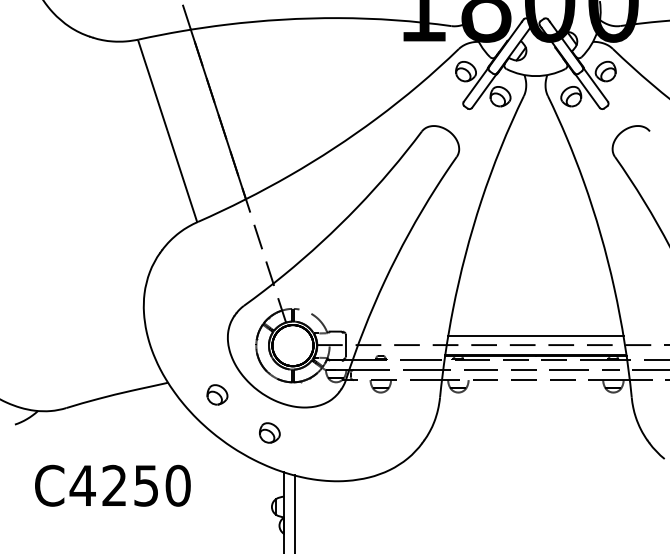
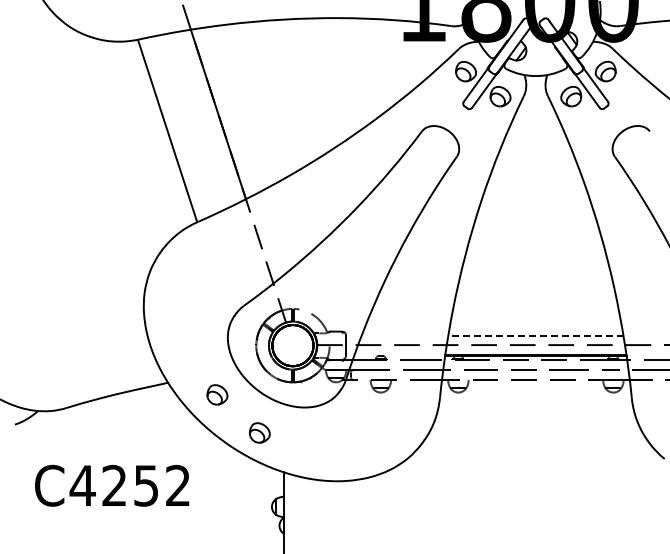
line at (535, 336): solid -> dashed
part at (269, 432) position: (269, 432) -> (259, 432)
text at (177, 485): C4250 -> C4252
line at (294, 512): present -> none
